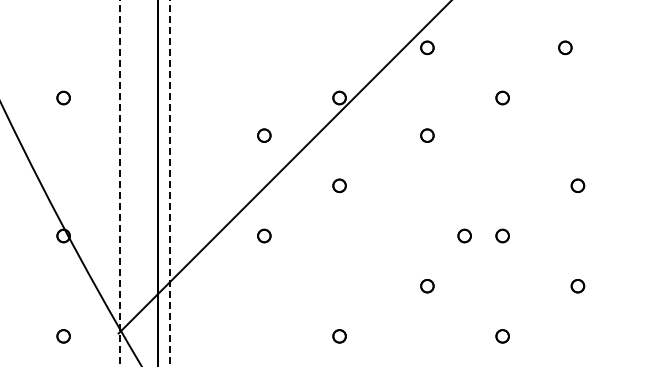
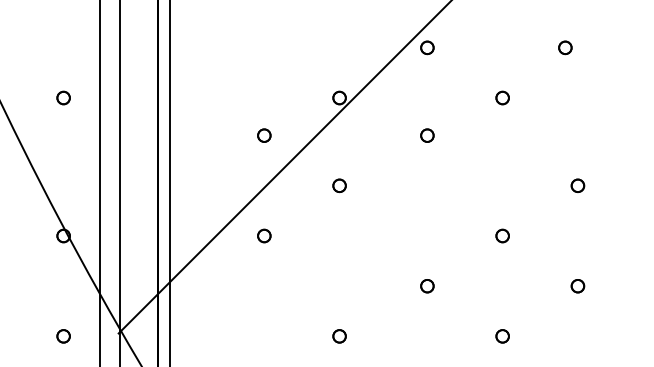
line at (100, 182): none -> present
line at (120, 183): dashed -> solid
line at (170, 183): dashed -> solid
part at (464, 235): present -> none
